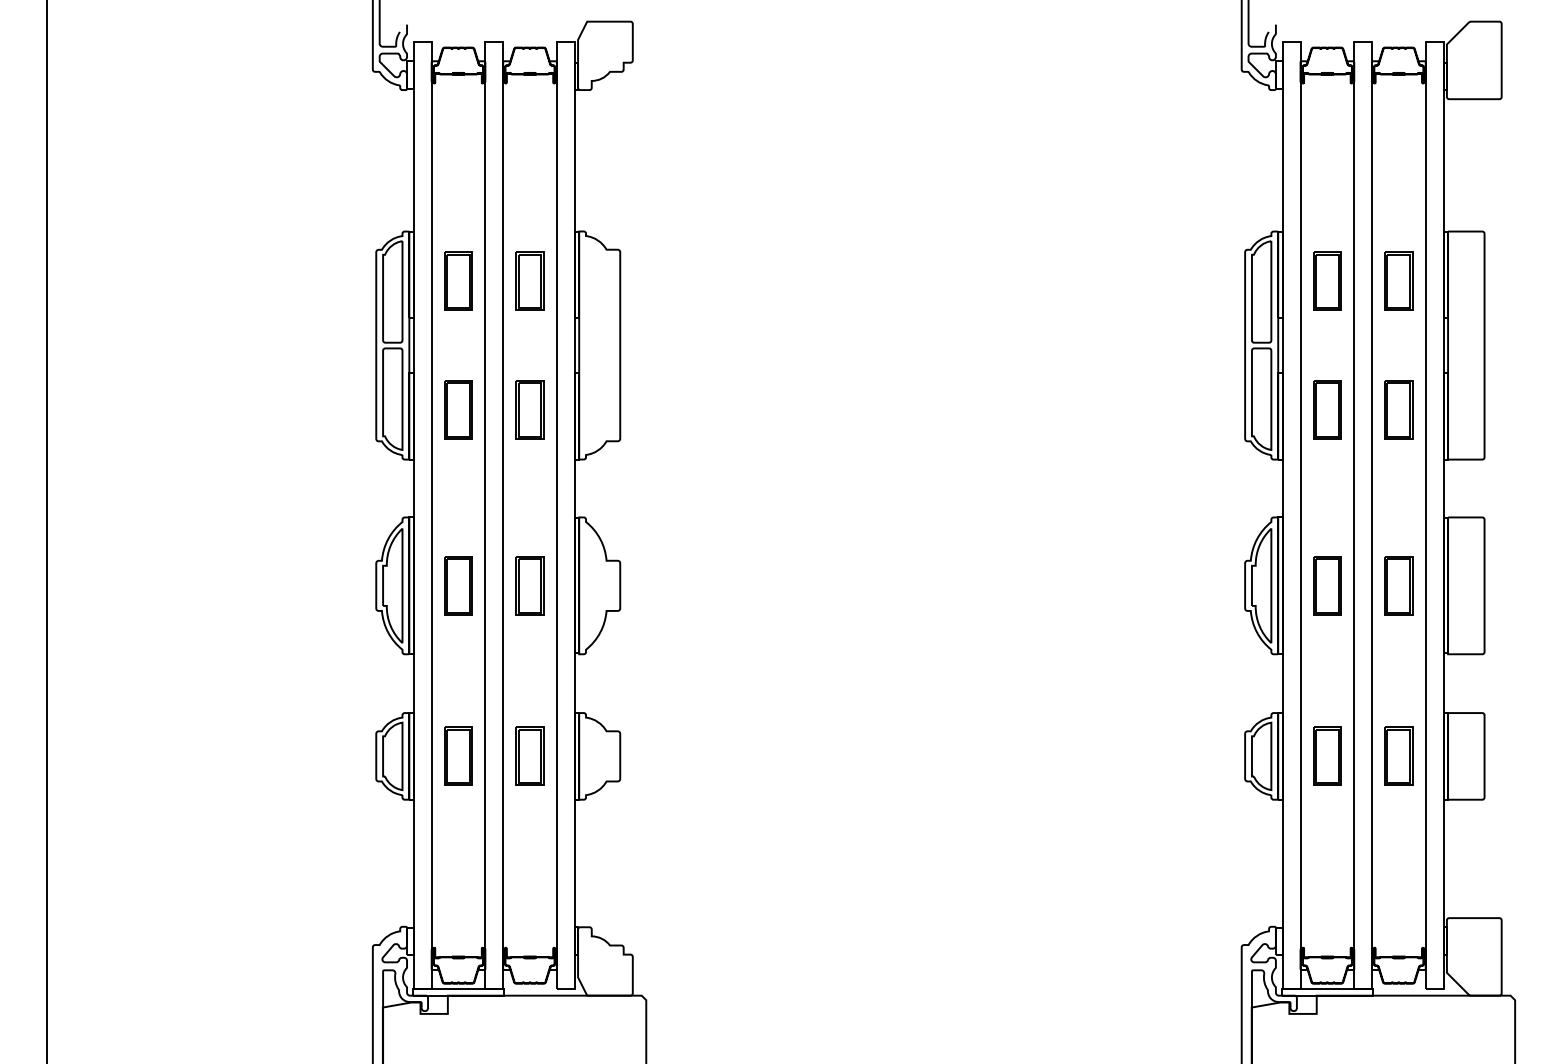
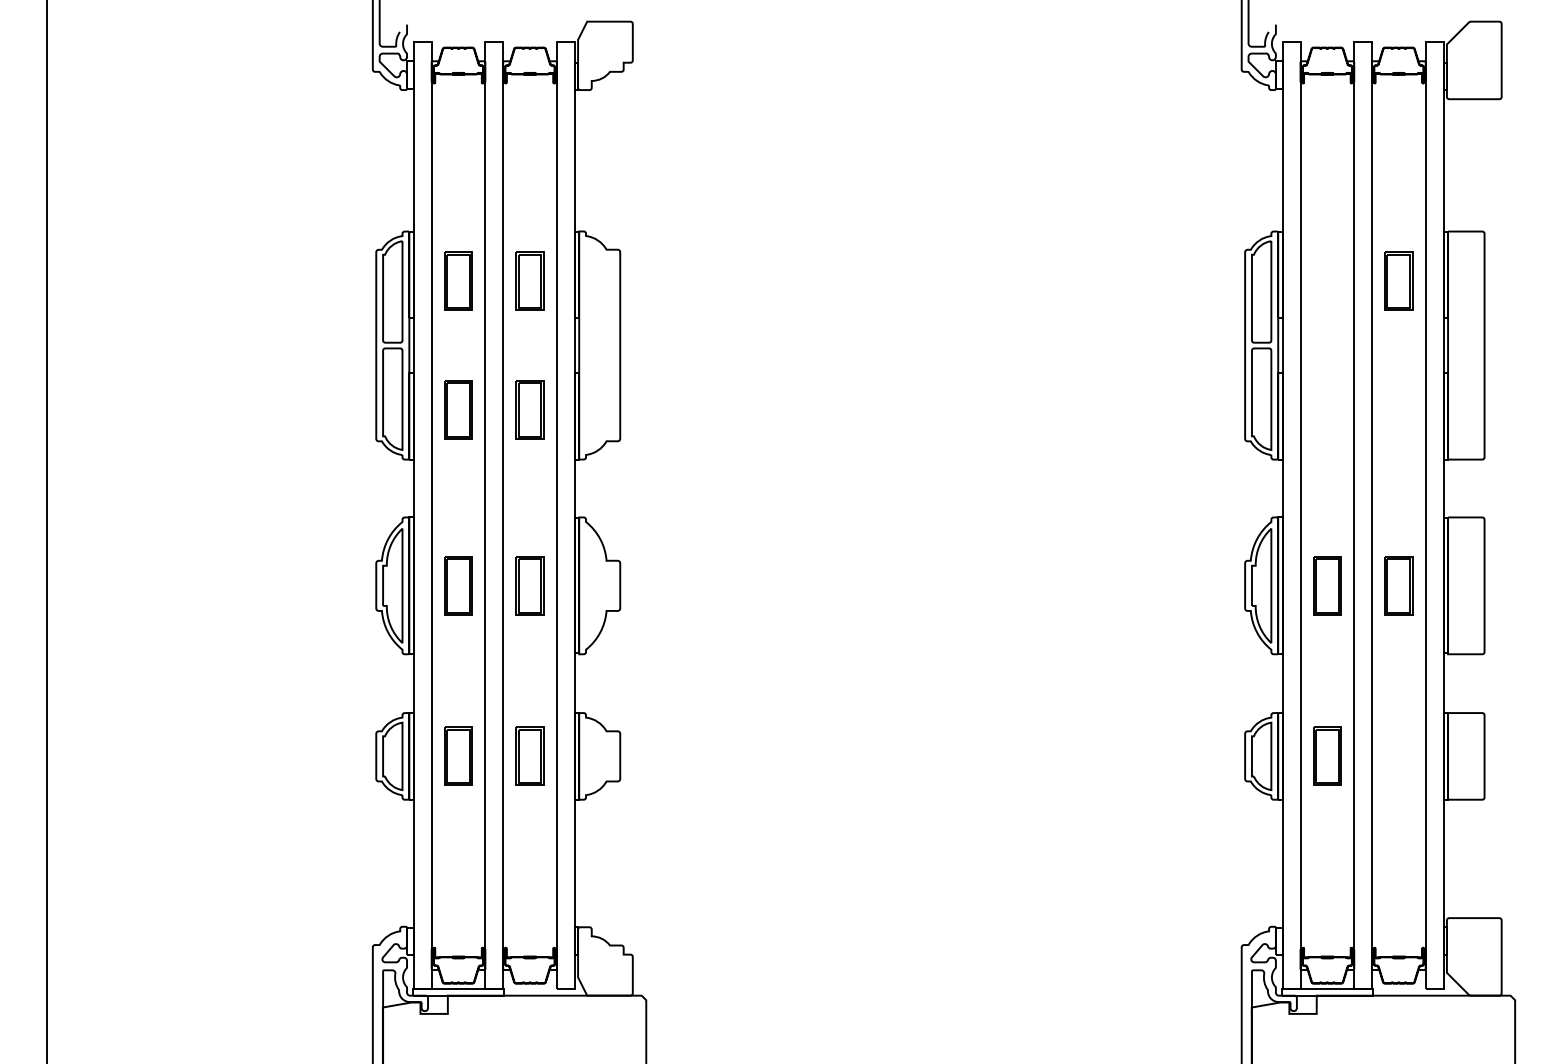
part at (1327, 280): present -> none
part at (1327, 409): present -> none
part at (1398, 409): present -> none
part at (1398, 755): present -> none
